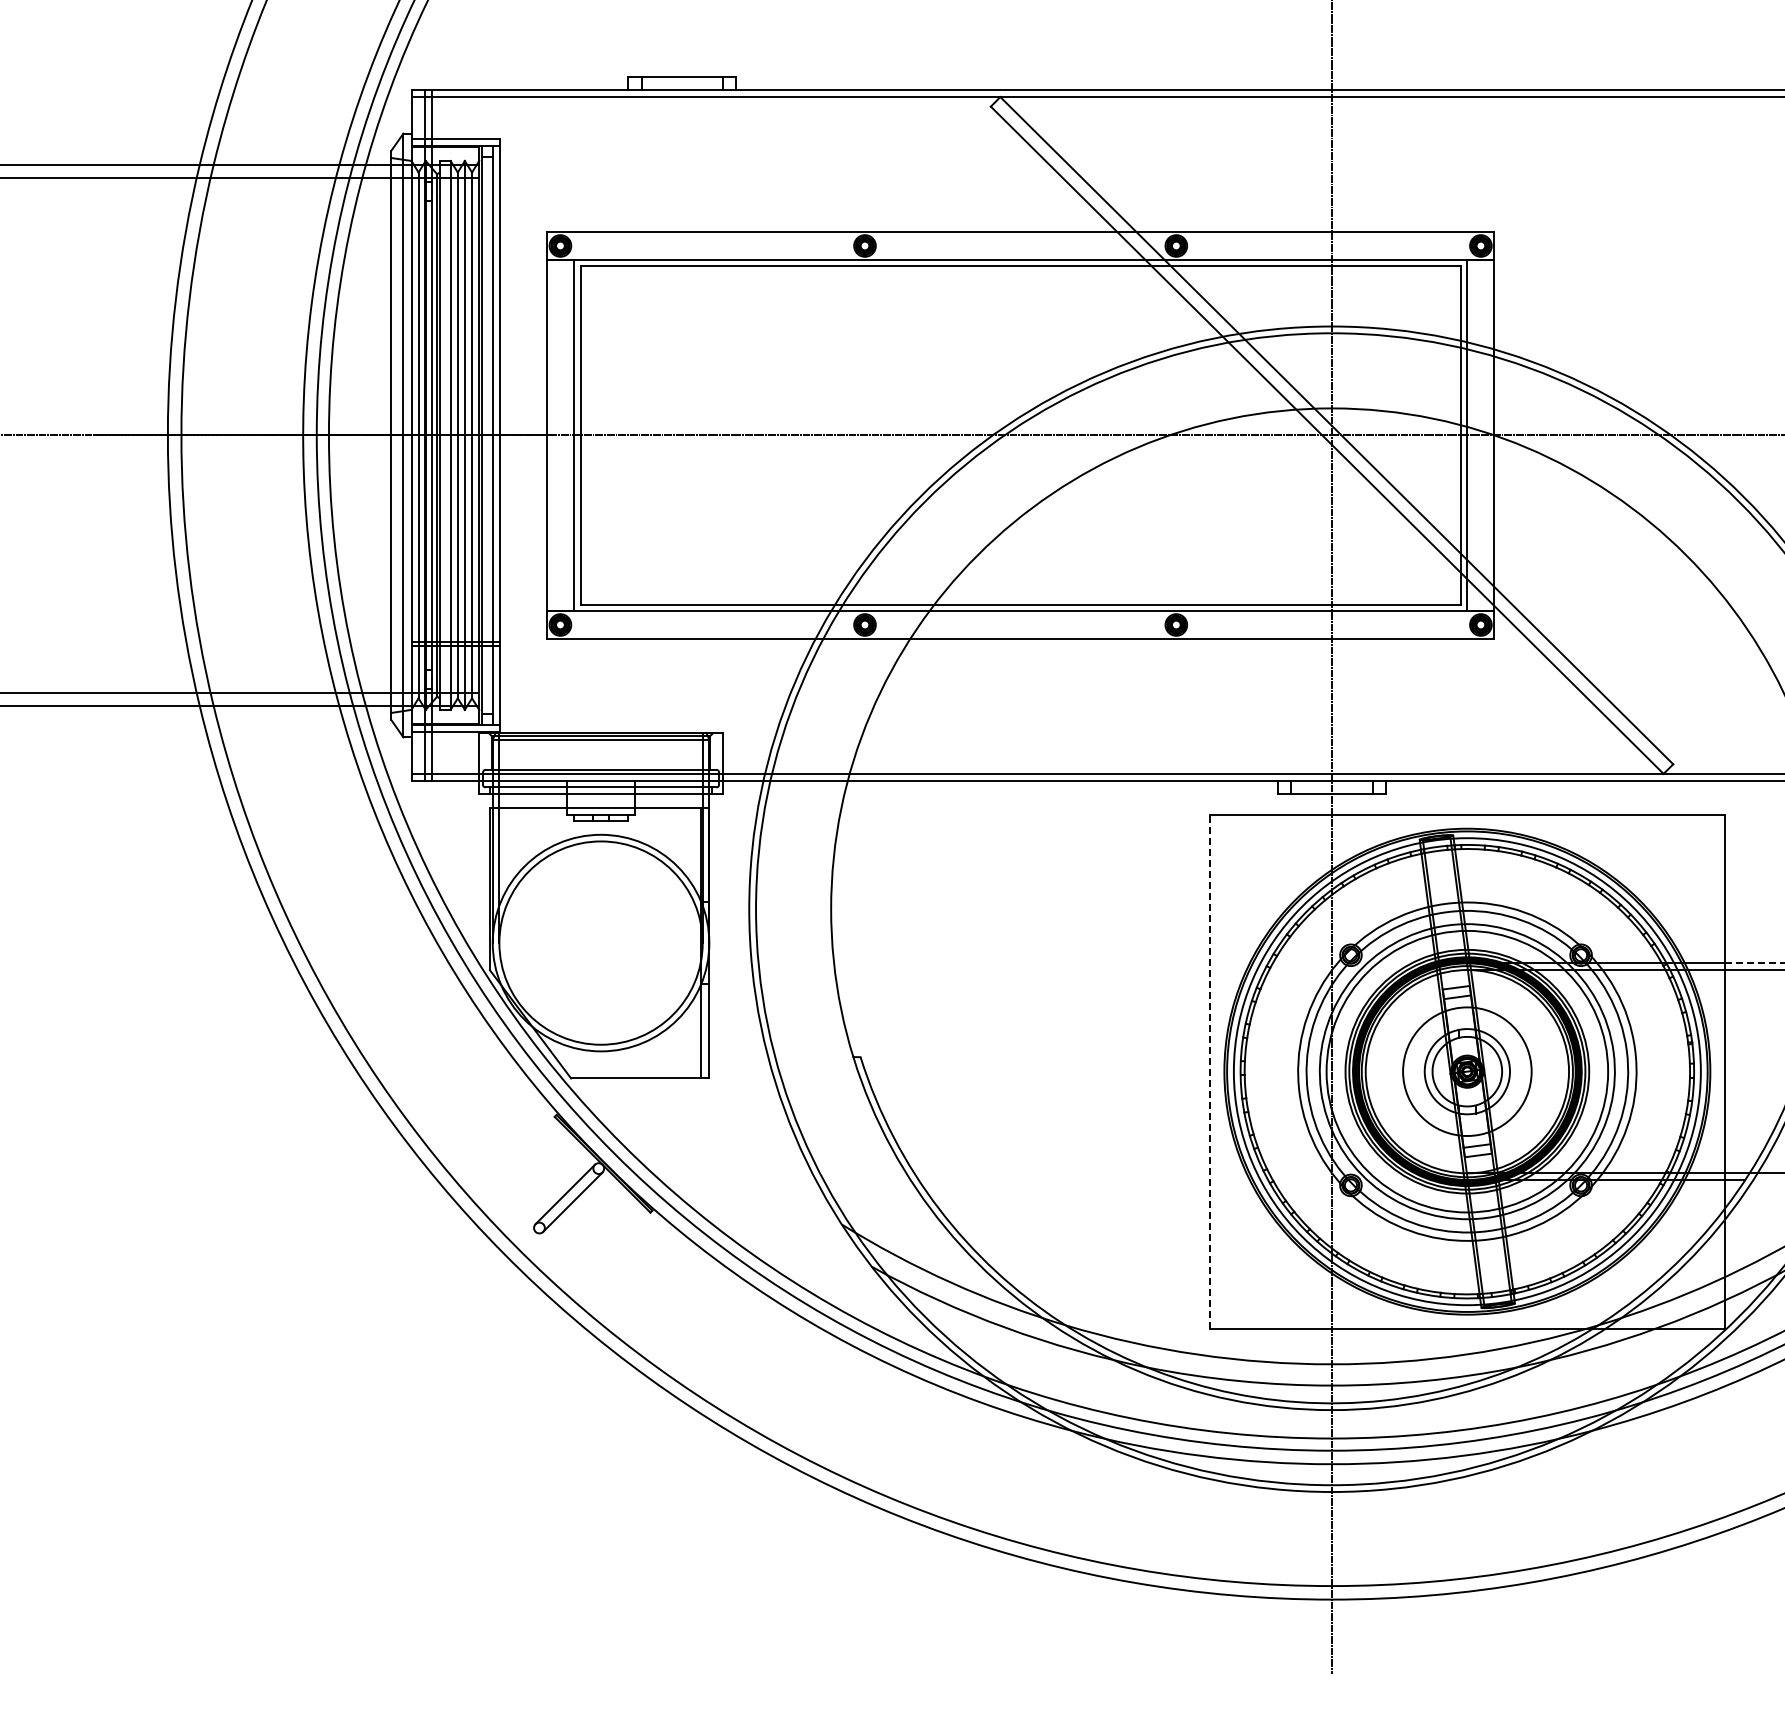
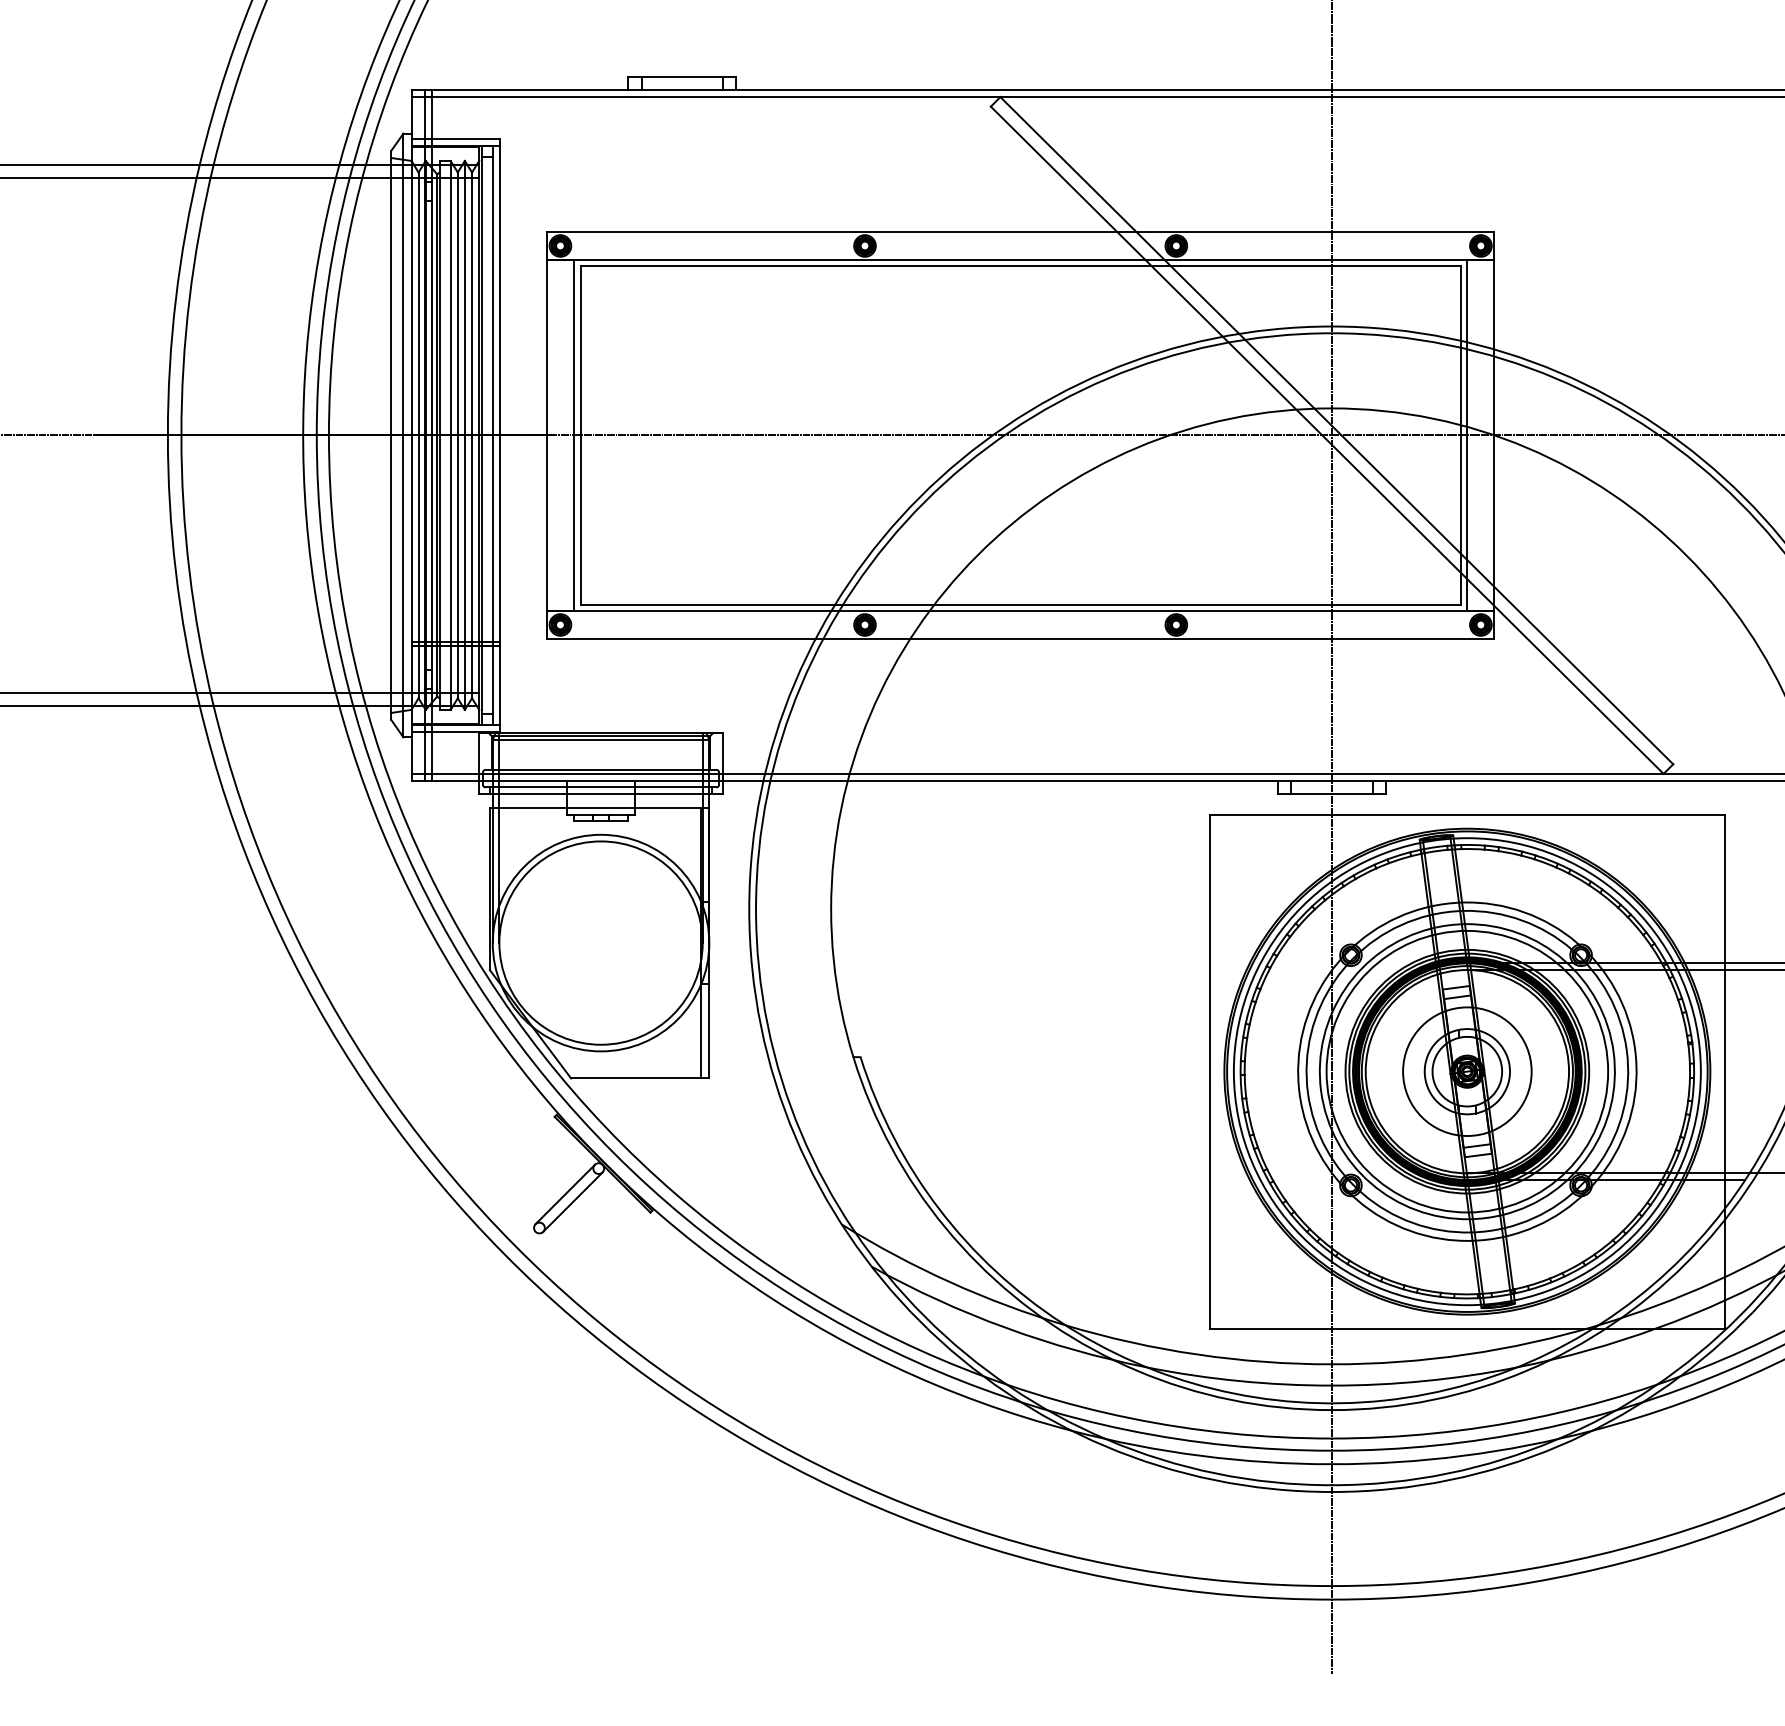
line at (1754, 963): dashed -> solid
line at (1210, 1071): dashed -> solid
